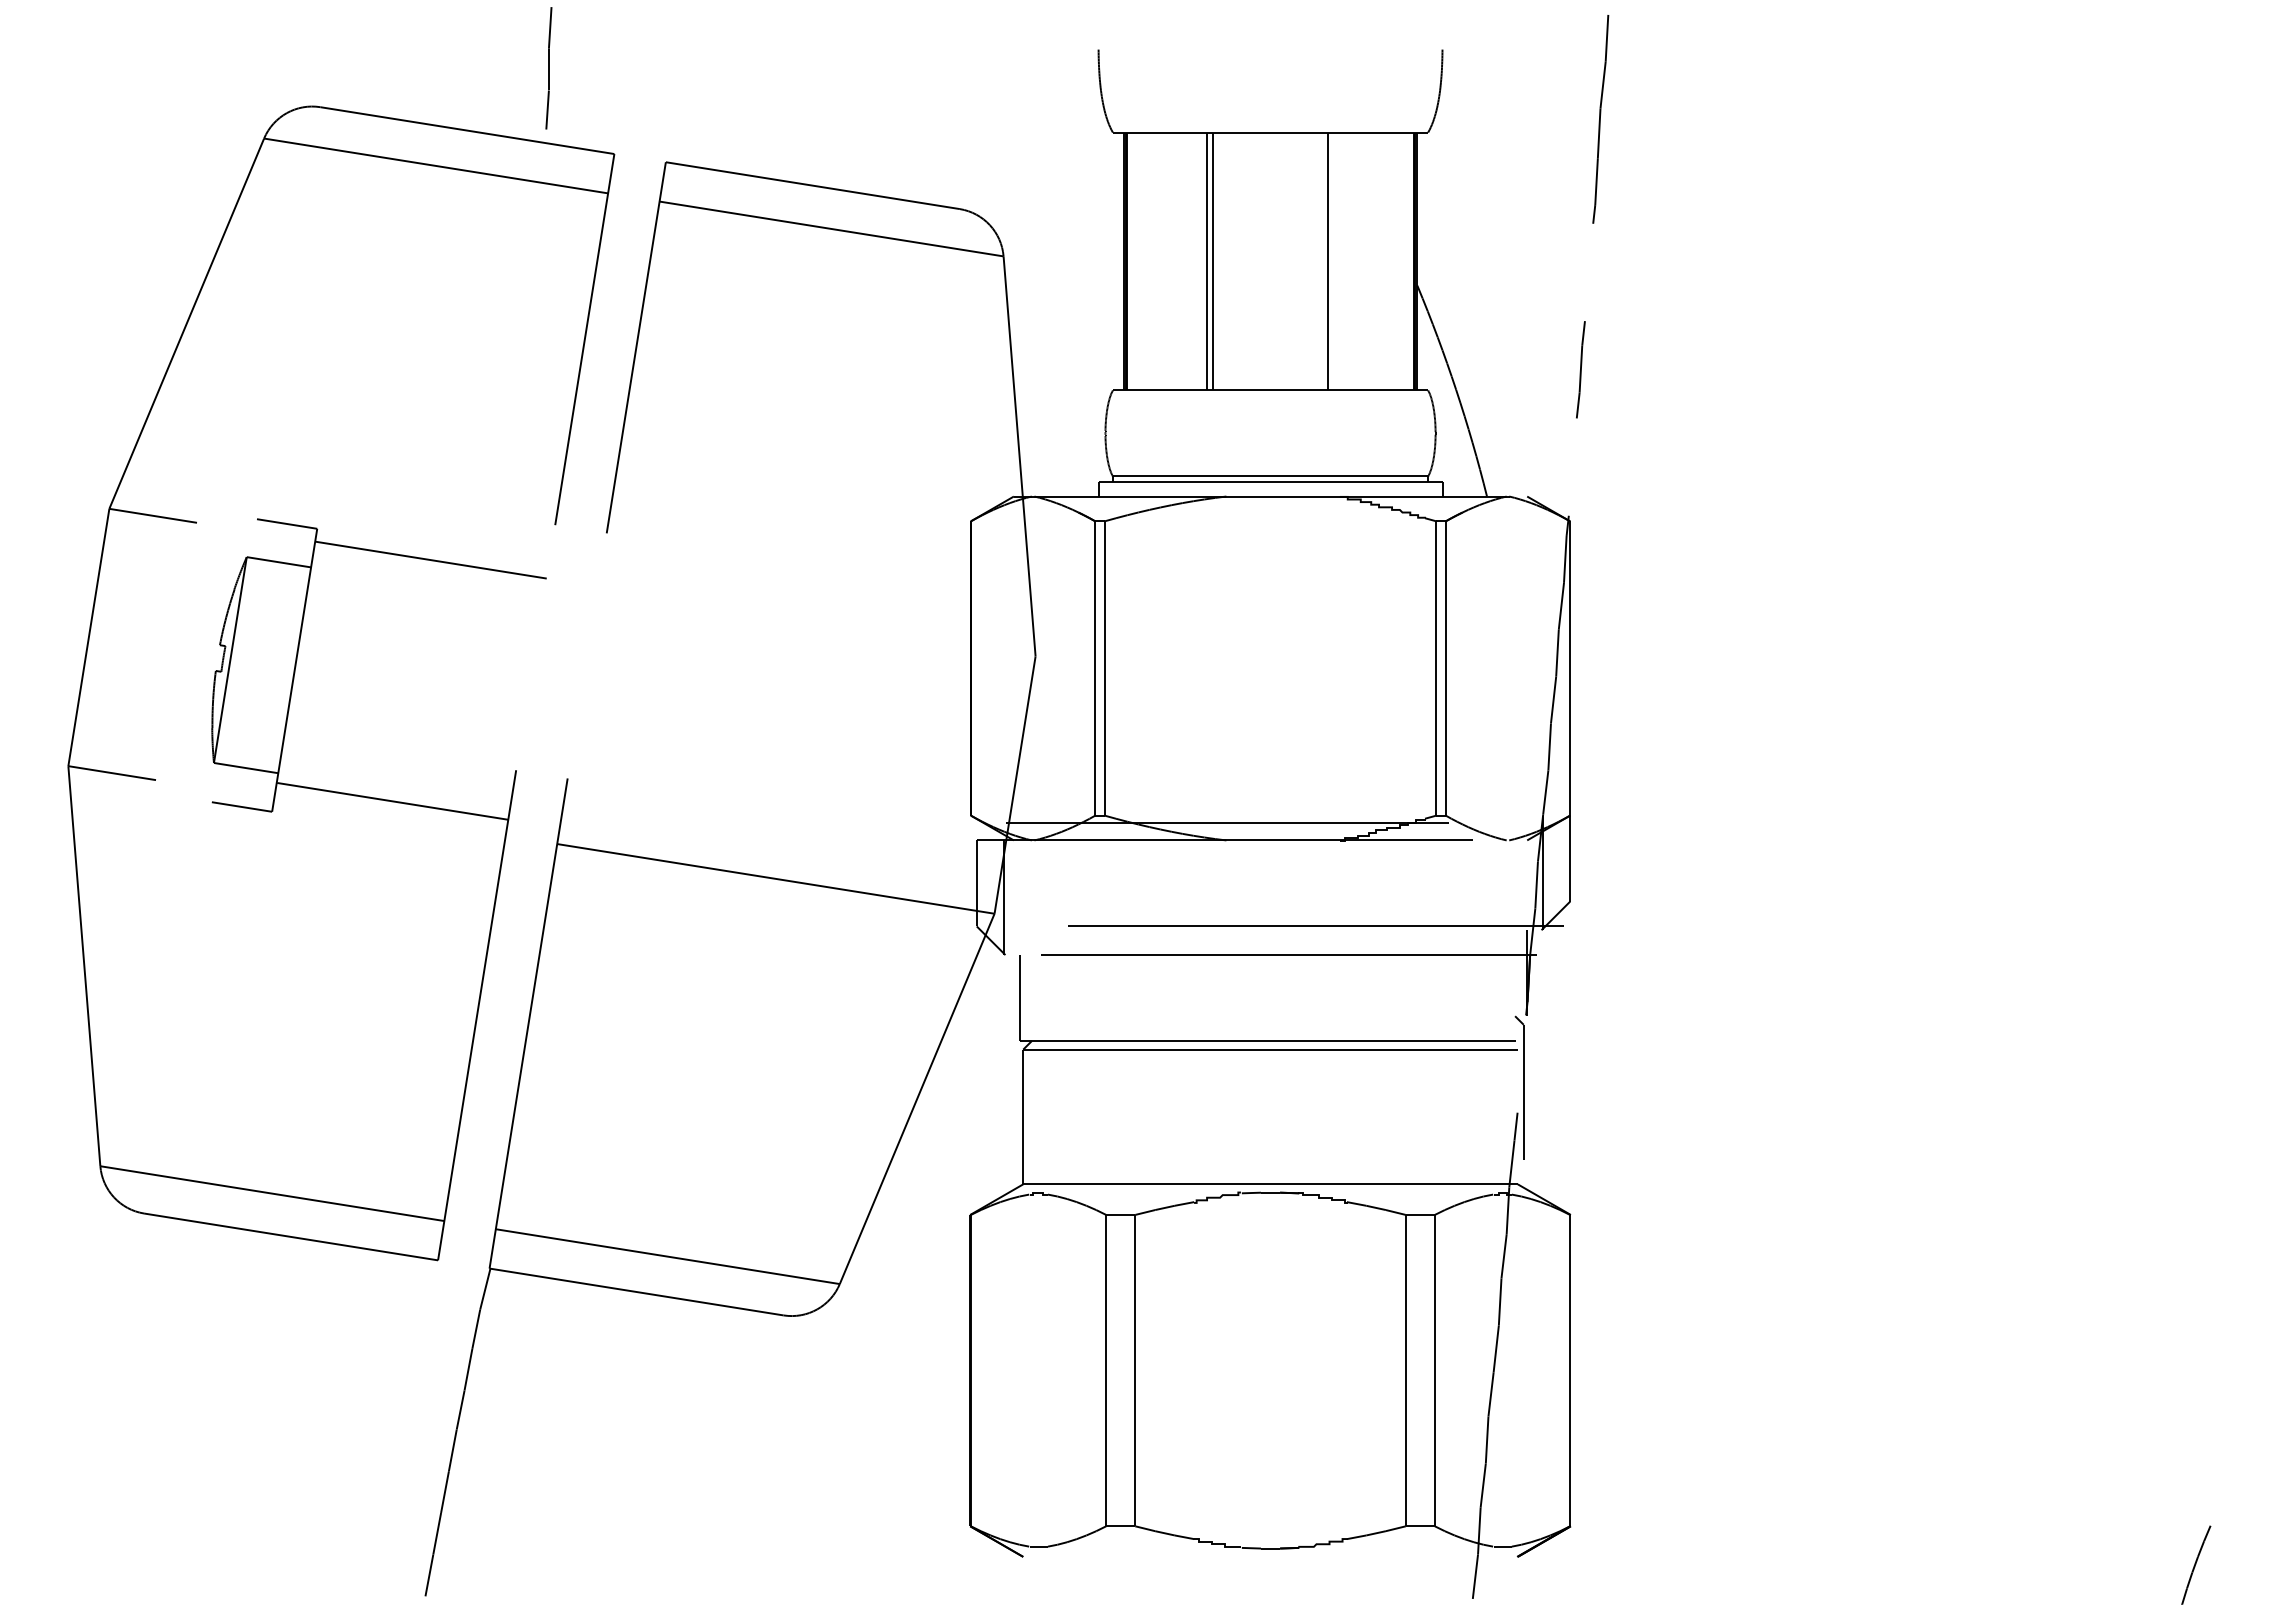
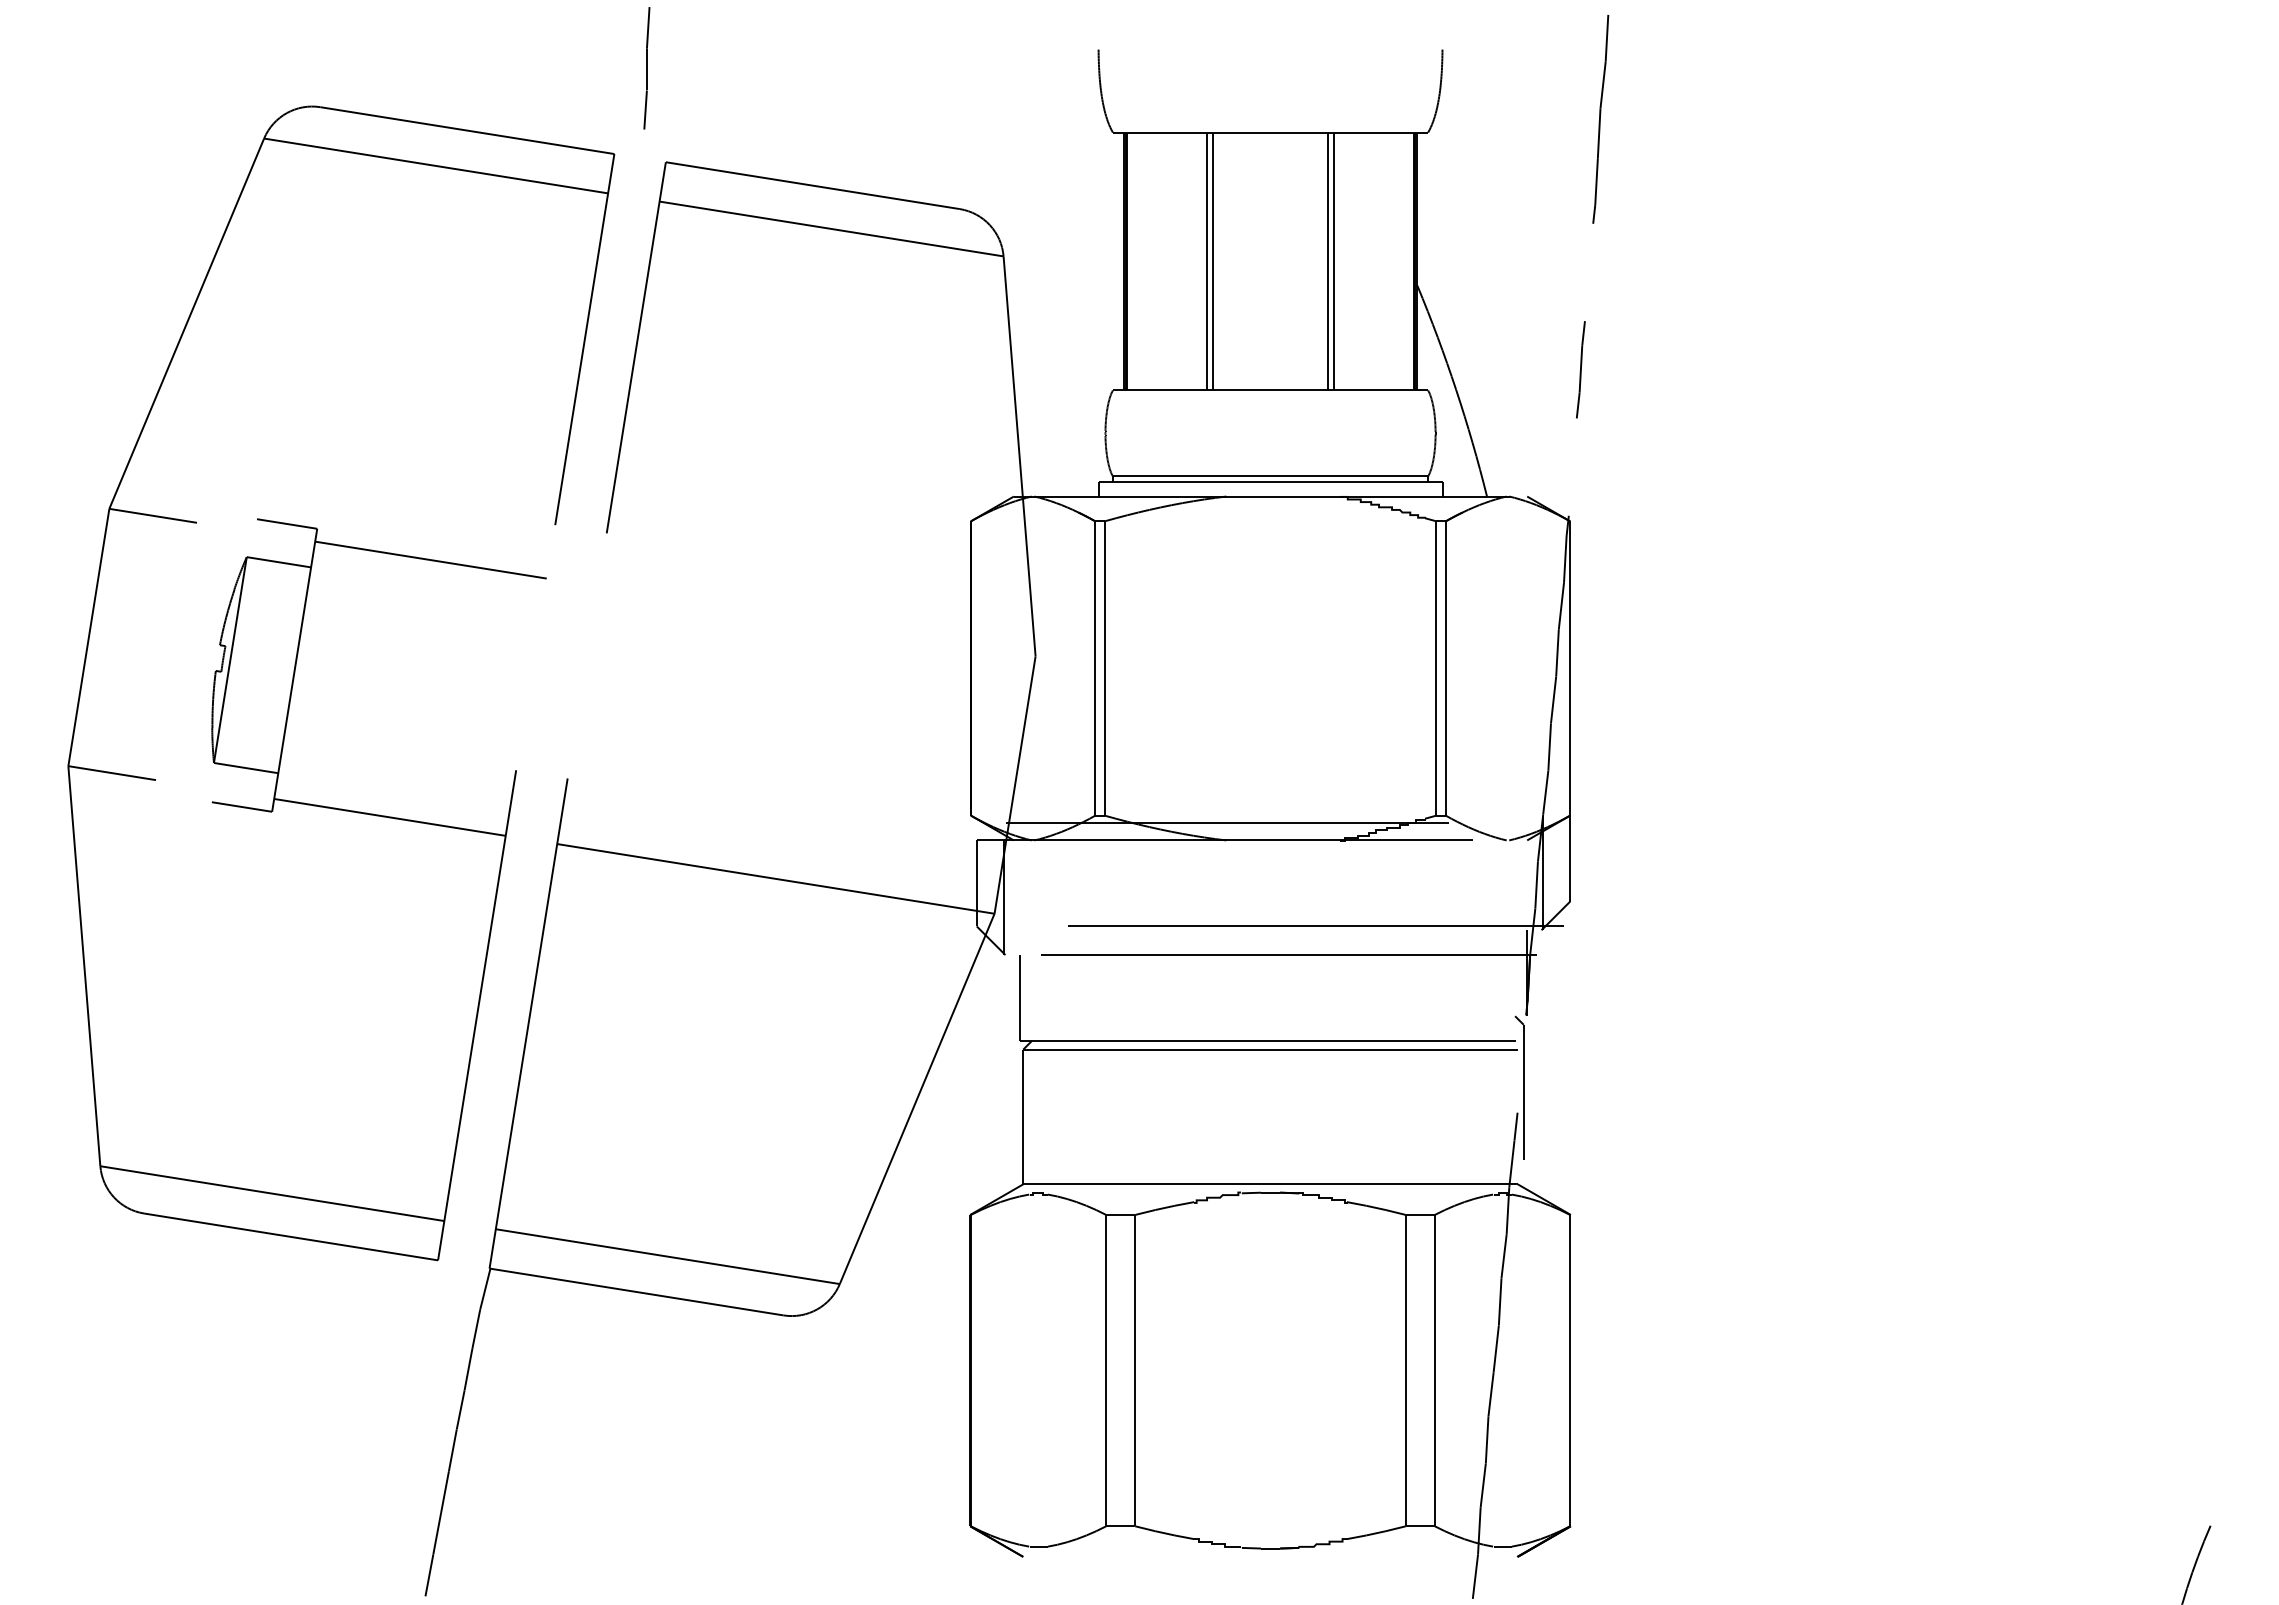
line at (548, 68) position: (548, 68) -> (646, 68)
line at (1333, 261): none -> present
line at (392, 800) position: (392, 800) -> (389, 816)
